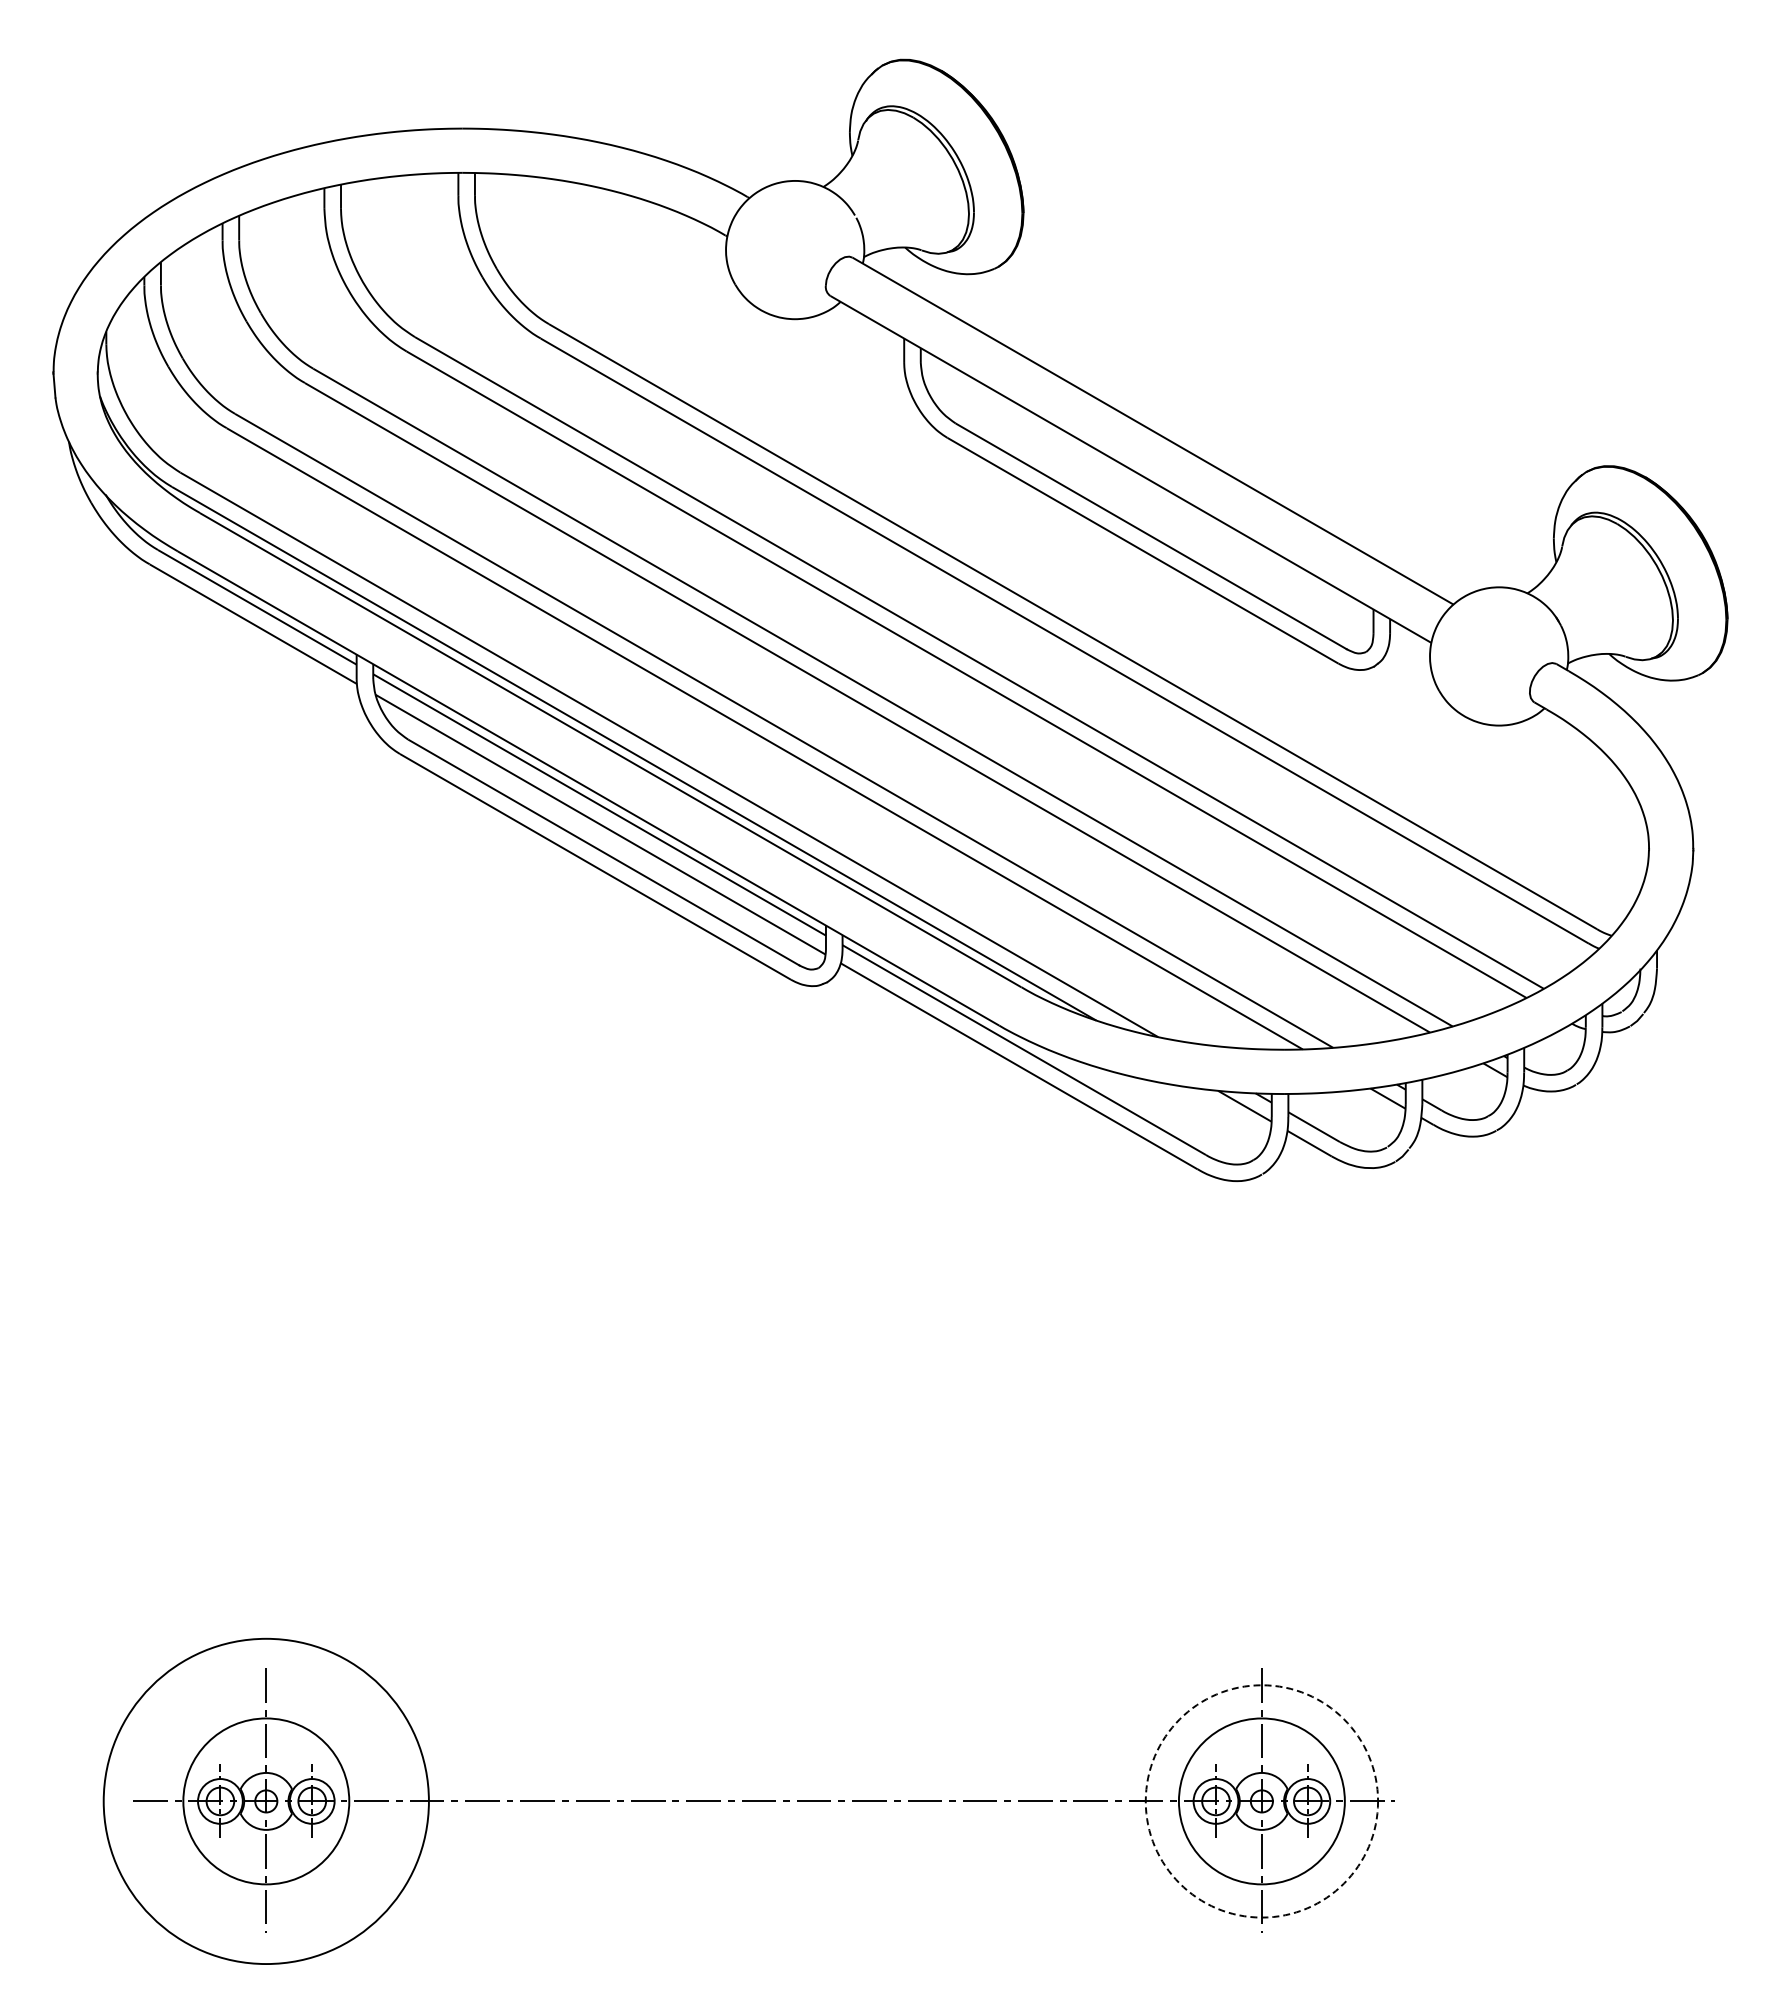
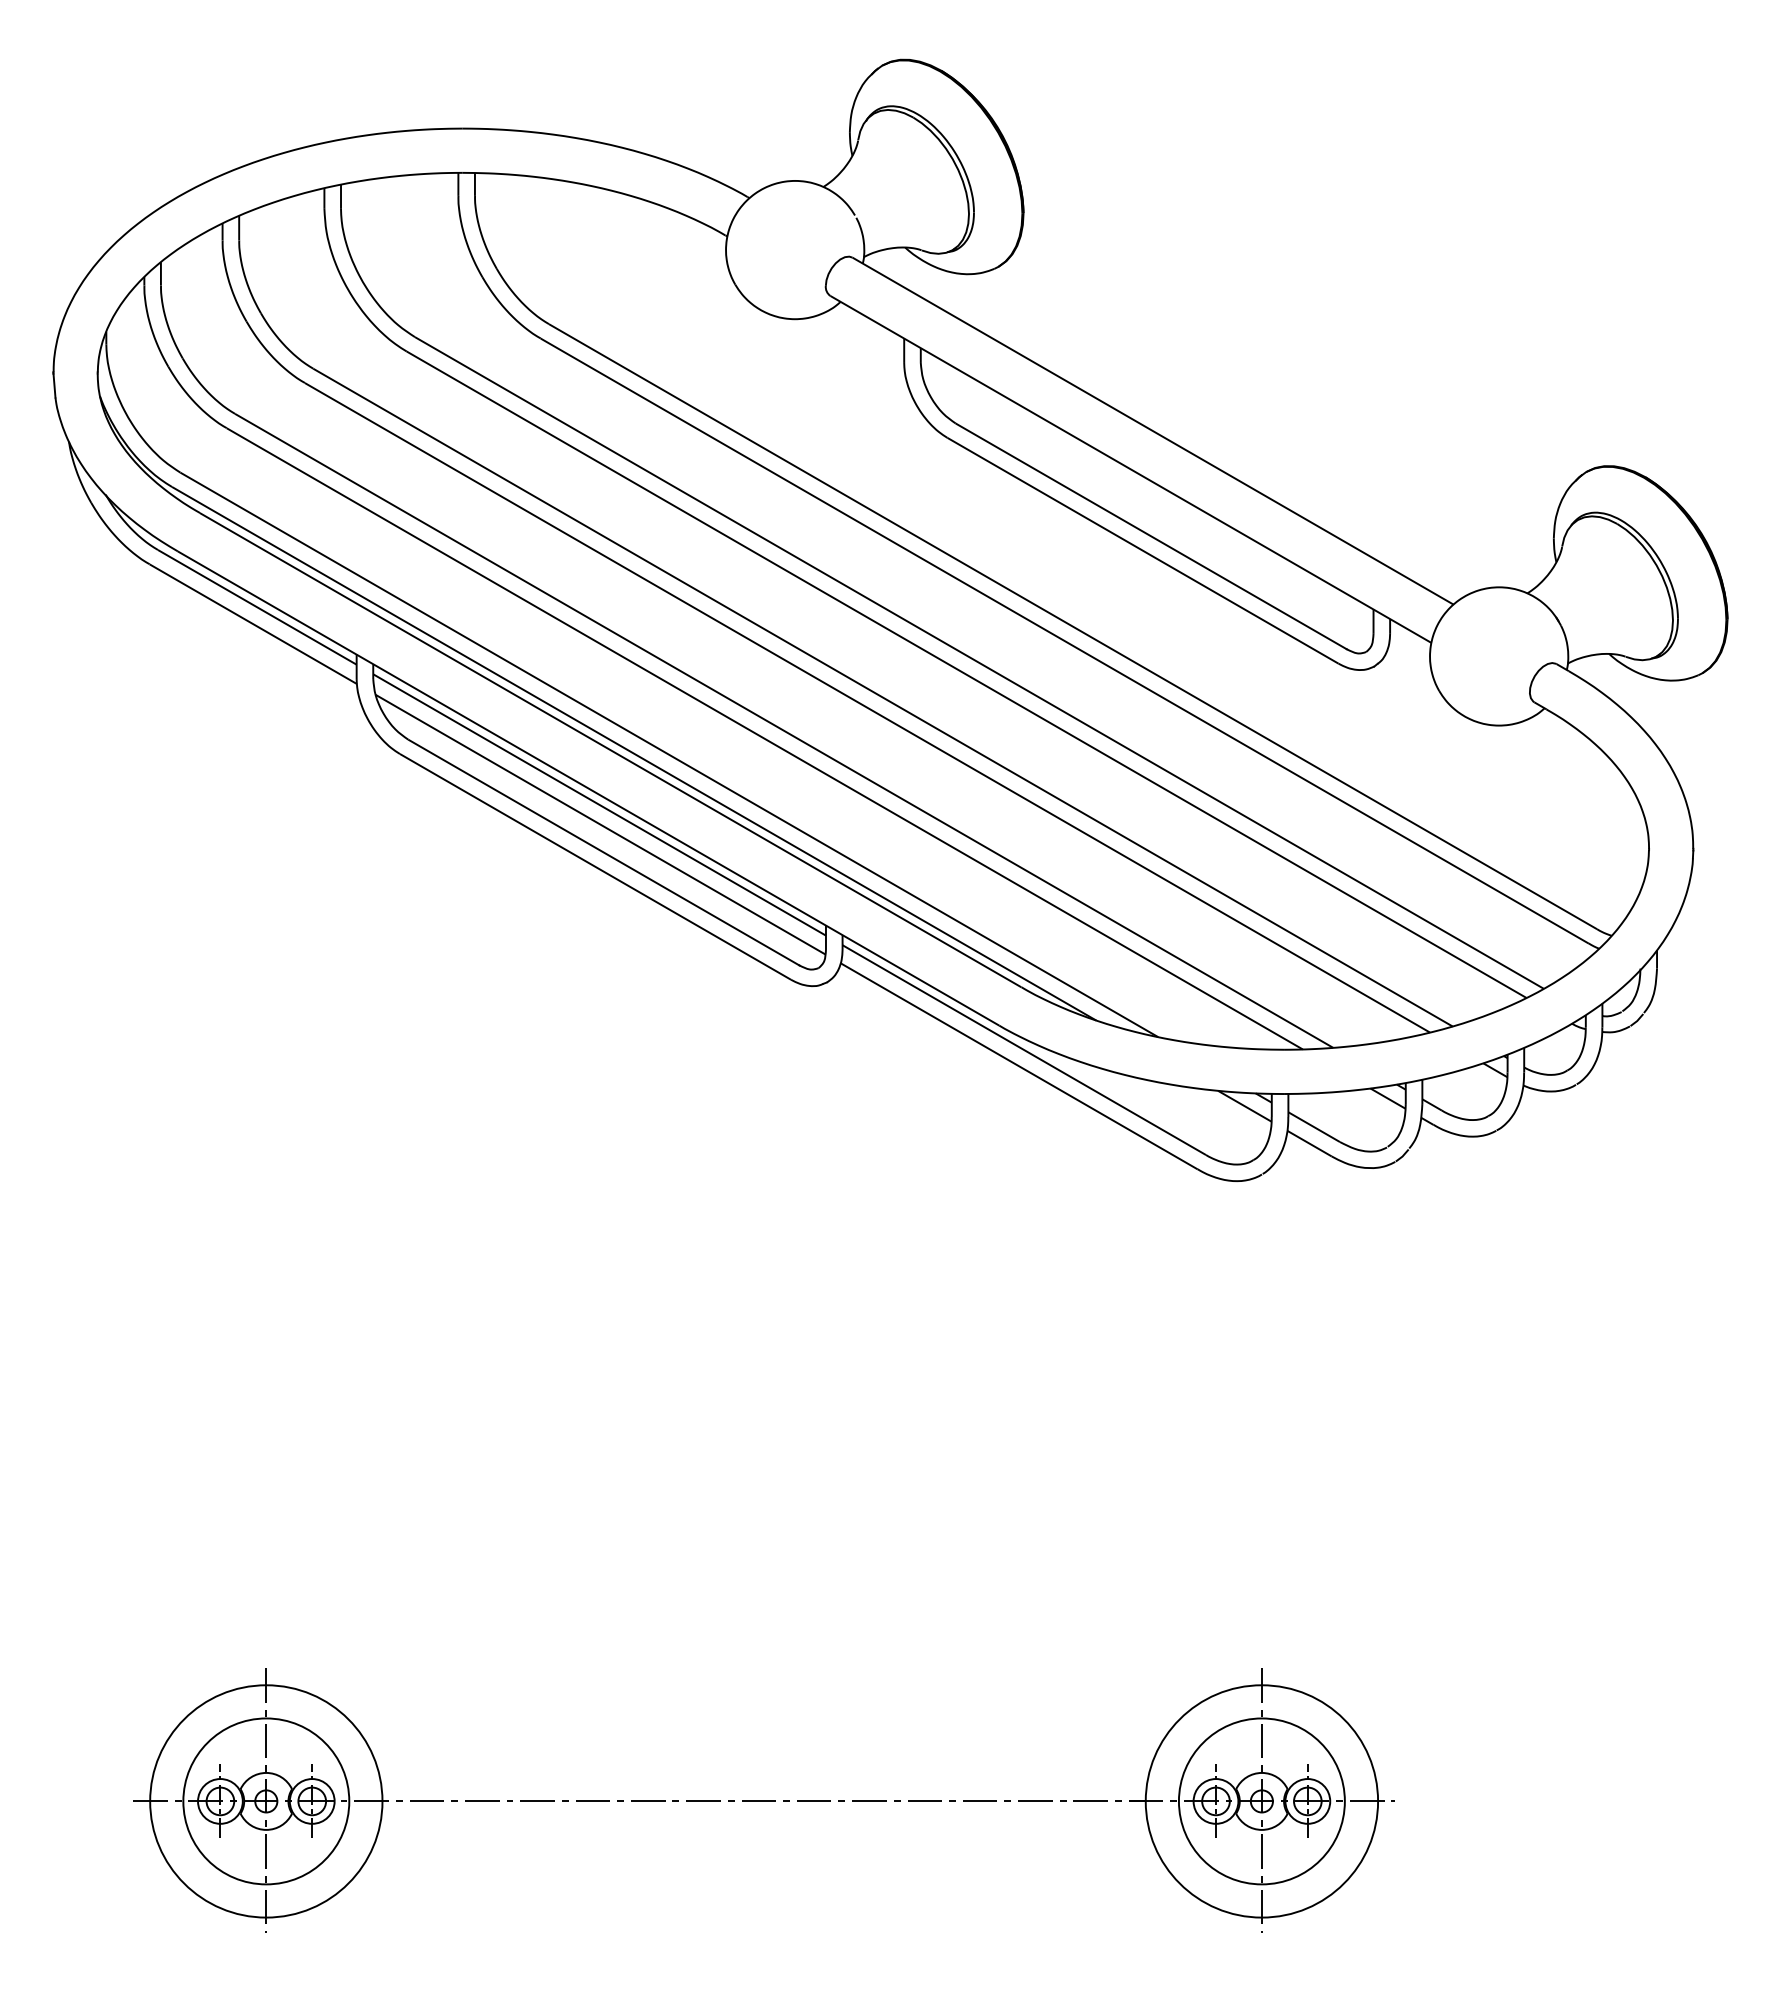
circle at (265, 1801) diameter: 325 px -> 232 px
circle at (1261, 1801): dashed -> solid
